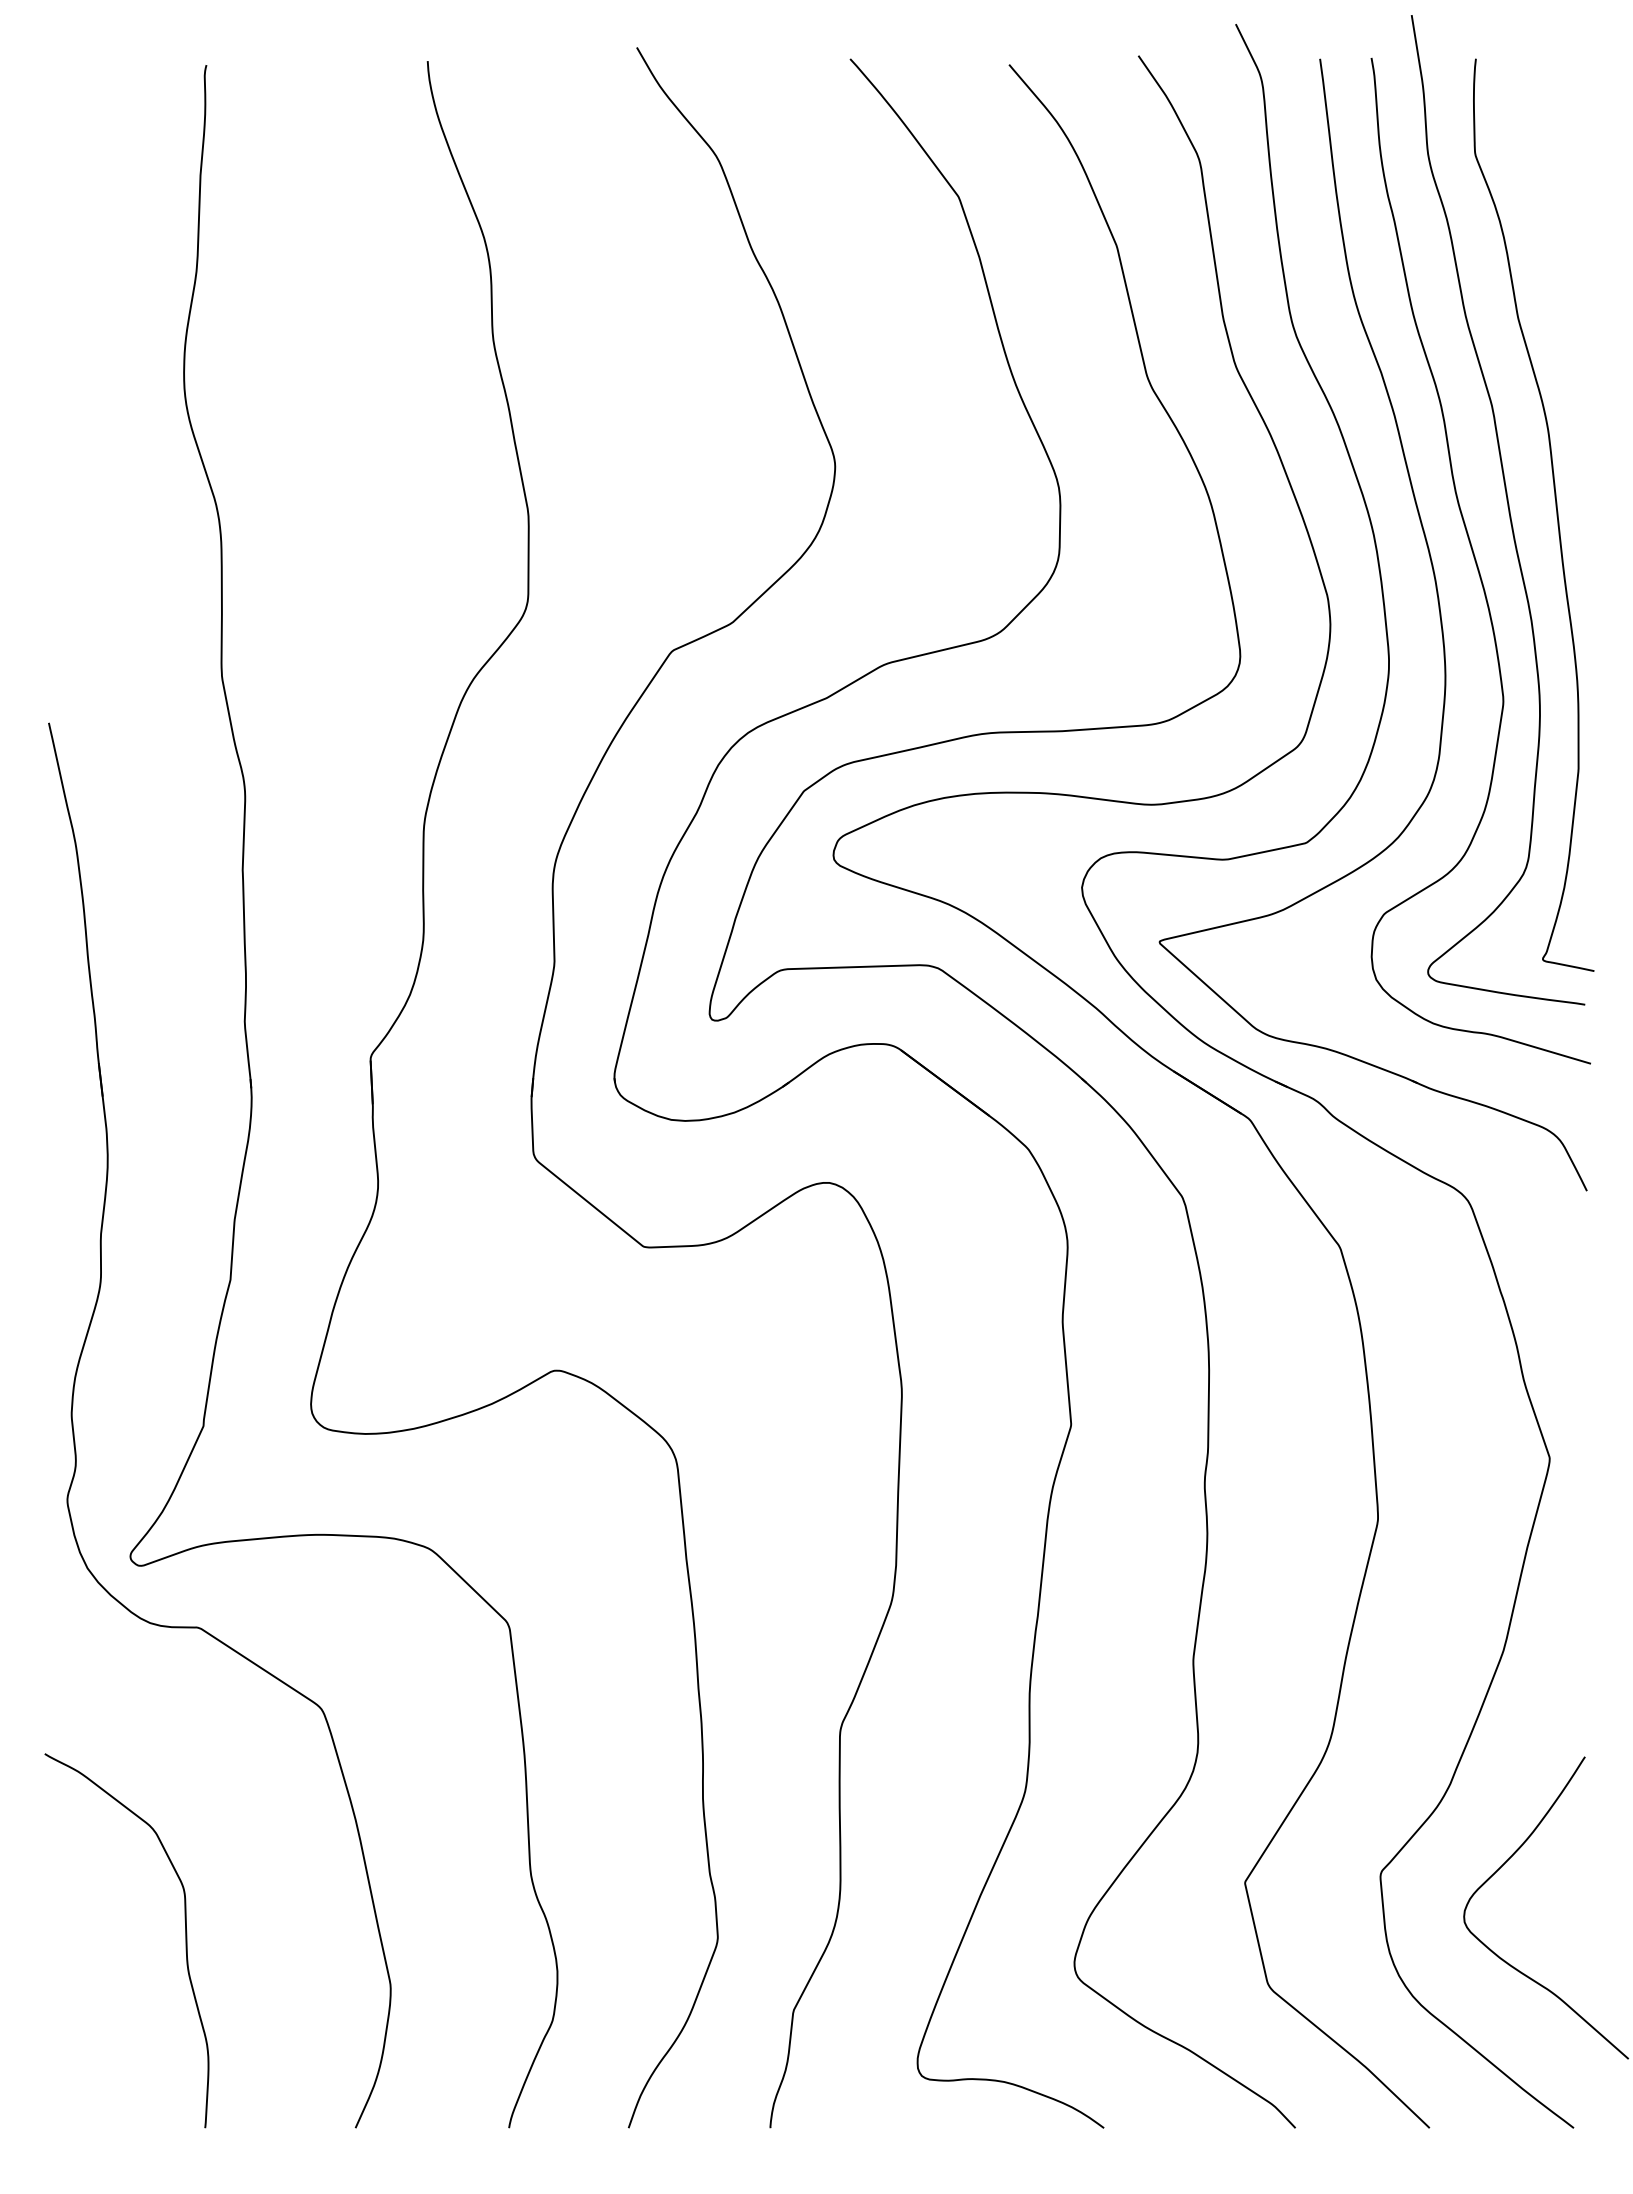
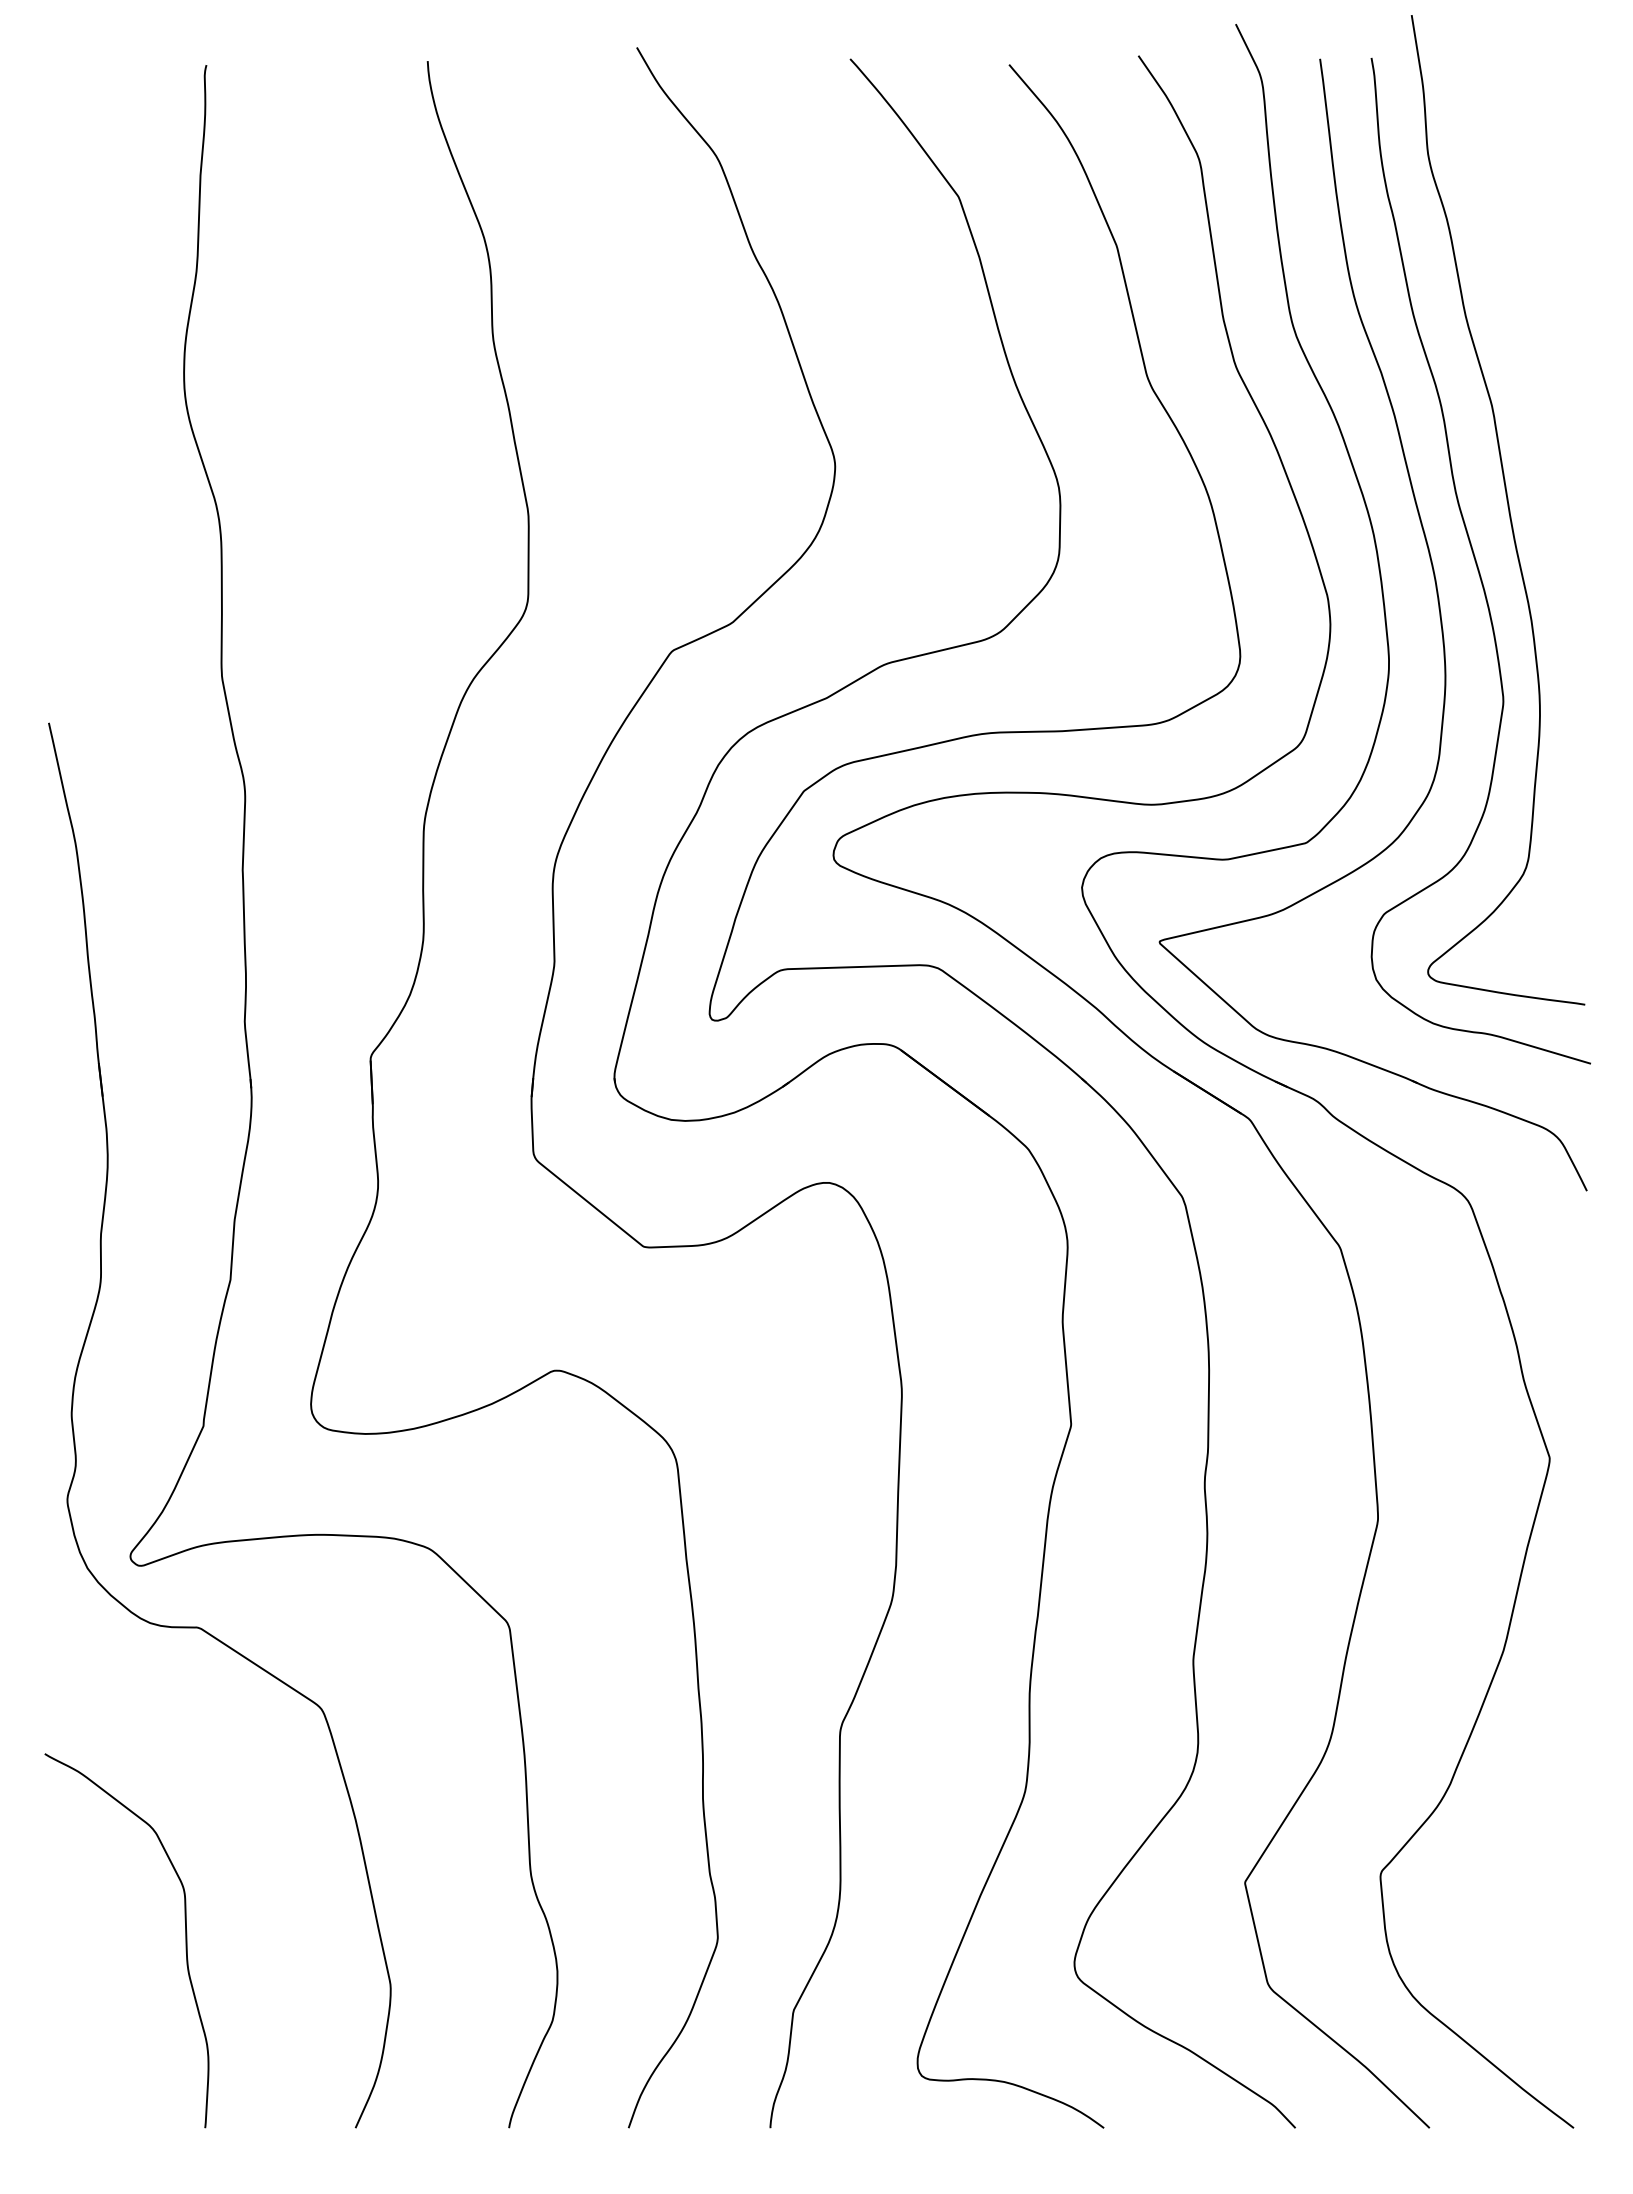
curve at (1556, 514): present -> none
curve at (1503, 1865): present -> none
